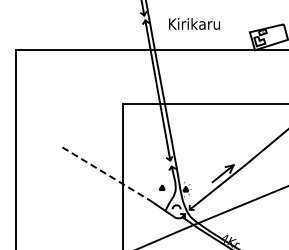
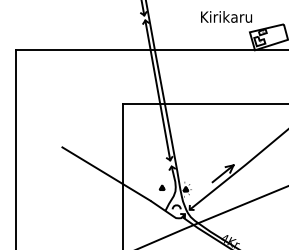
text at (194, 23) position: (194, 23) -> (226, 16)
line at (106, 174): dashed -> solid
